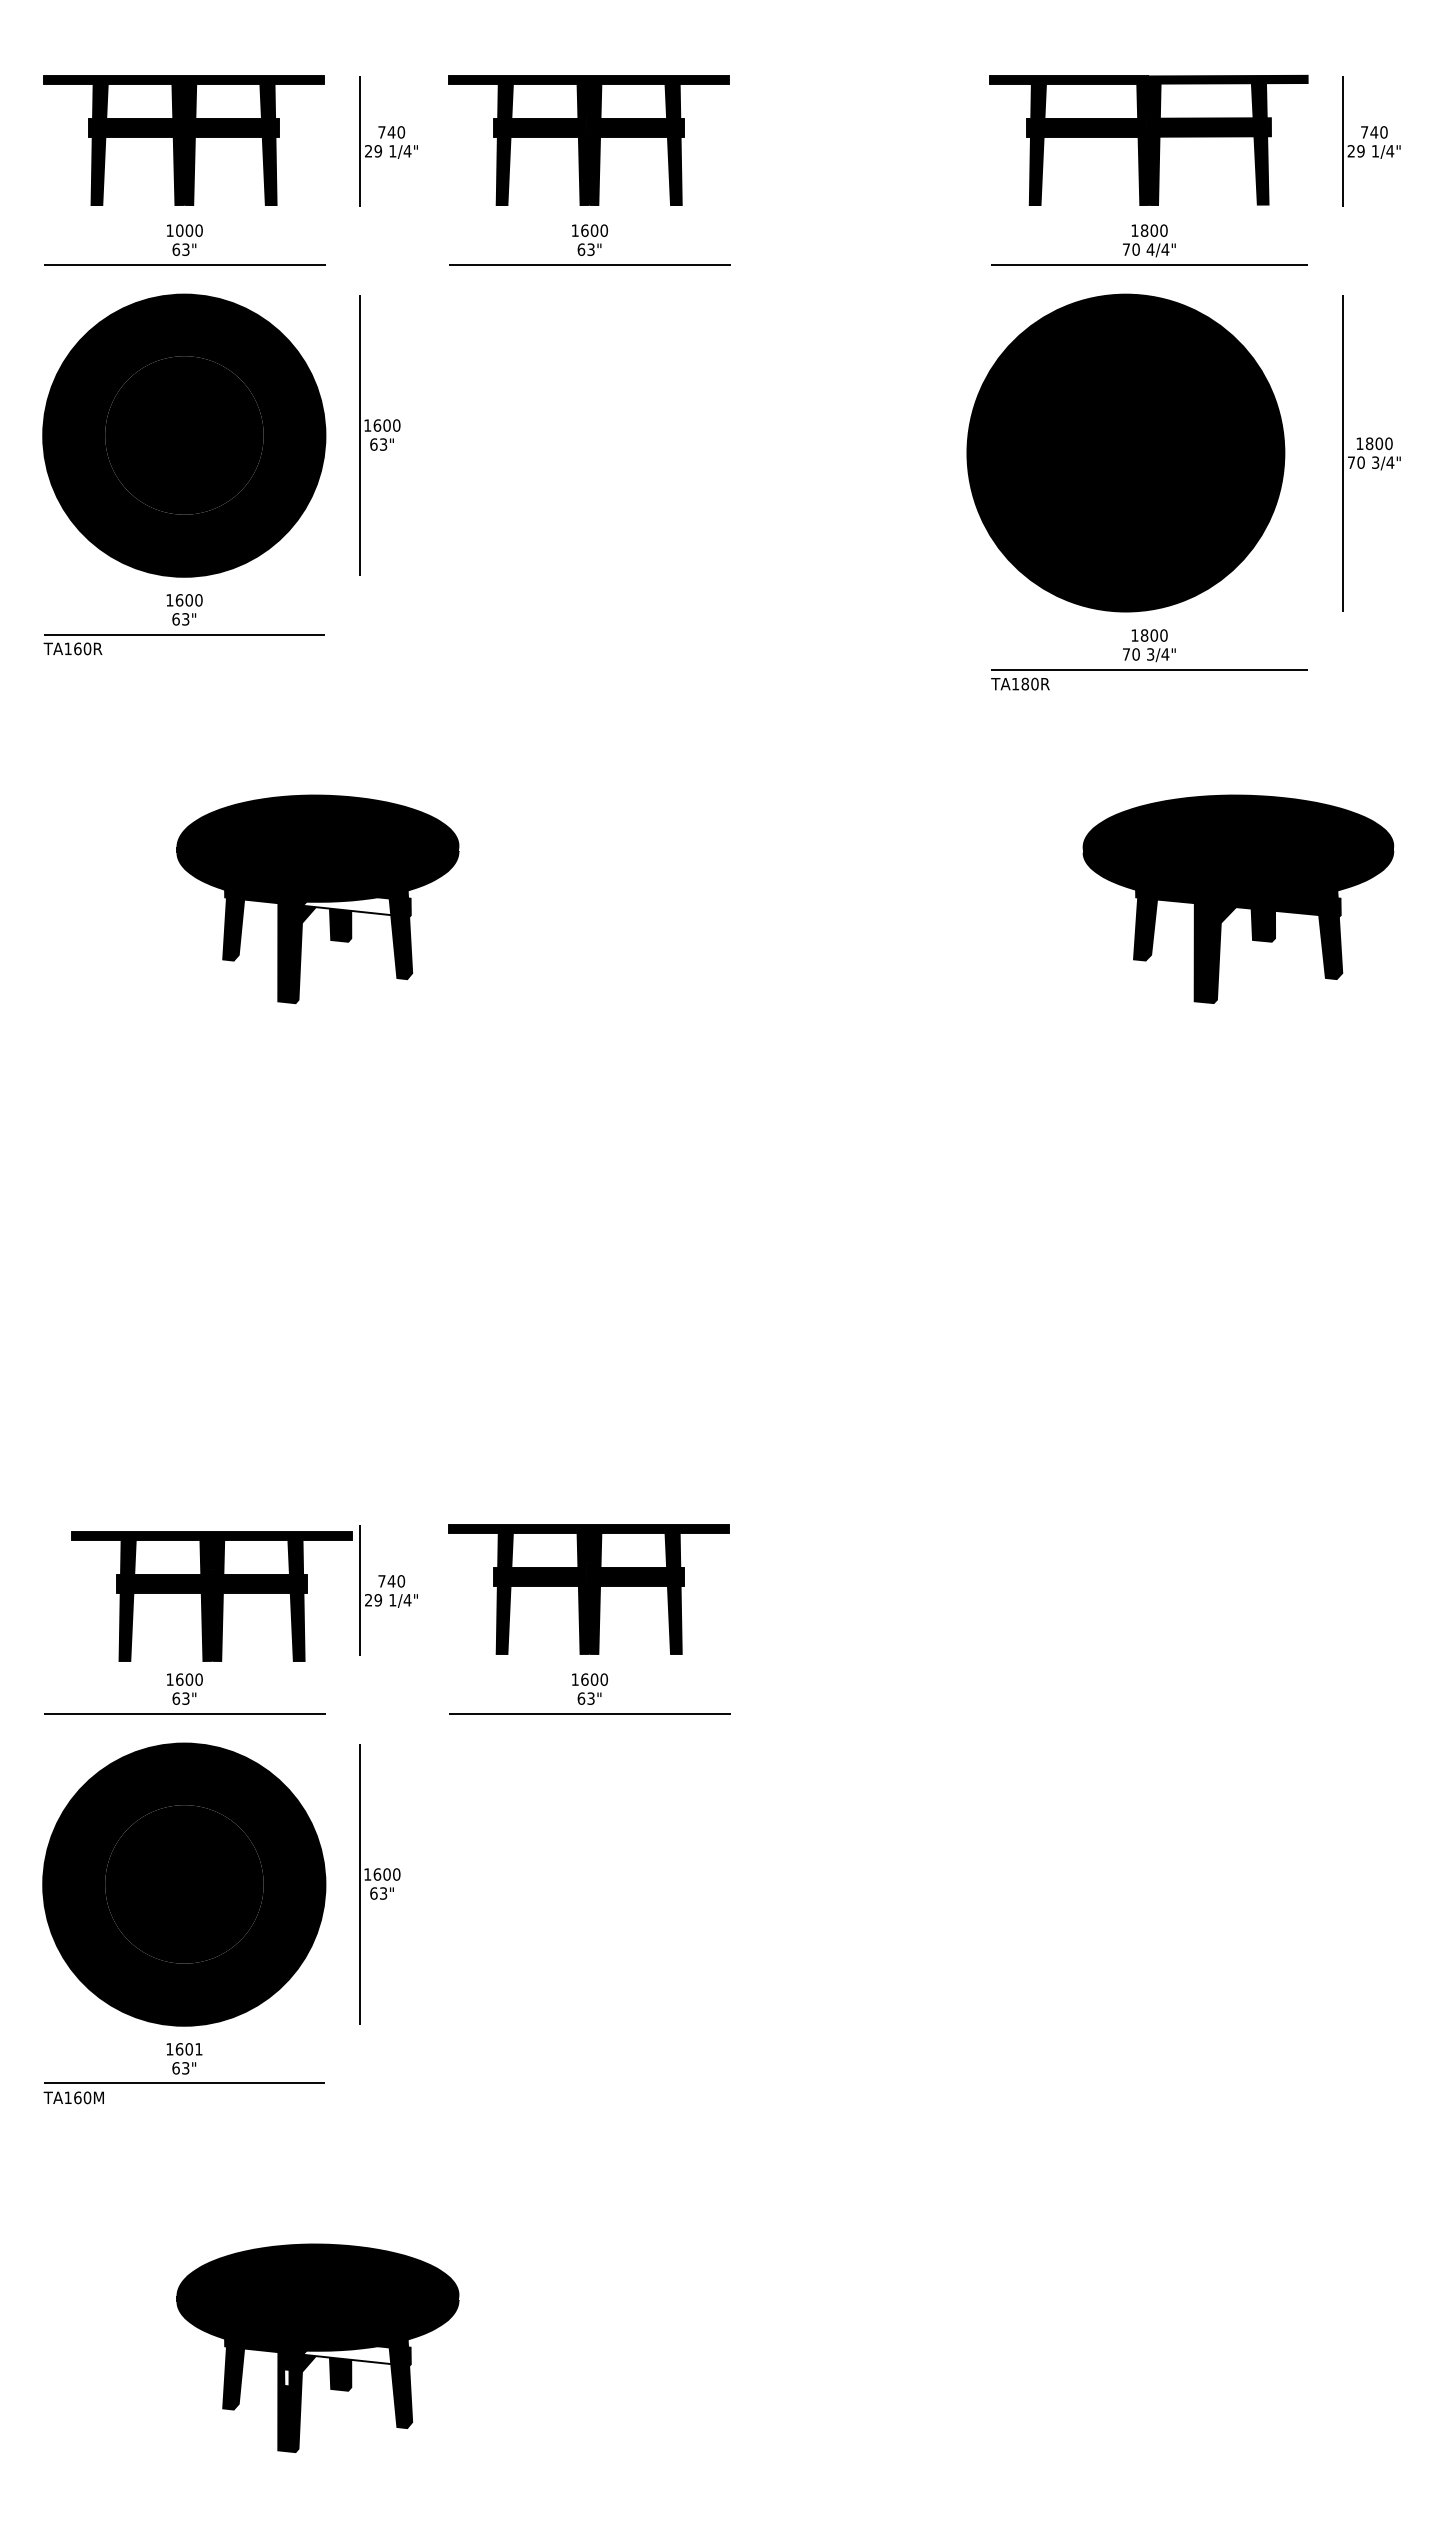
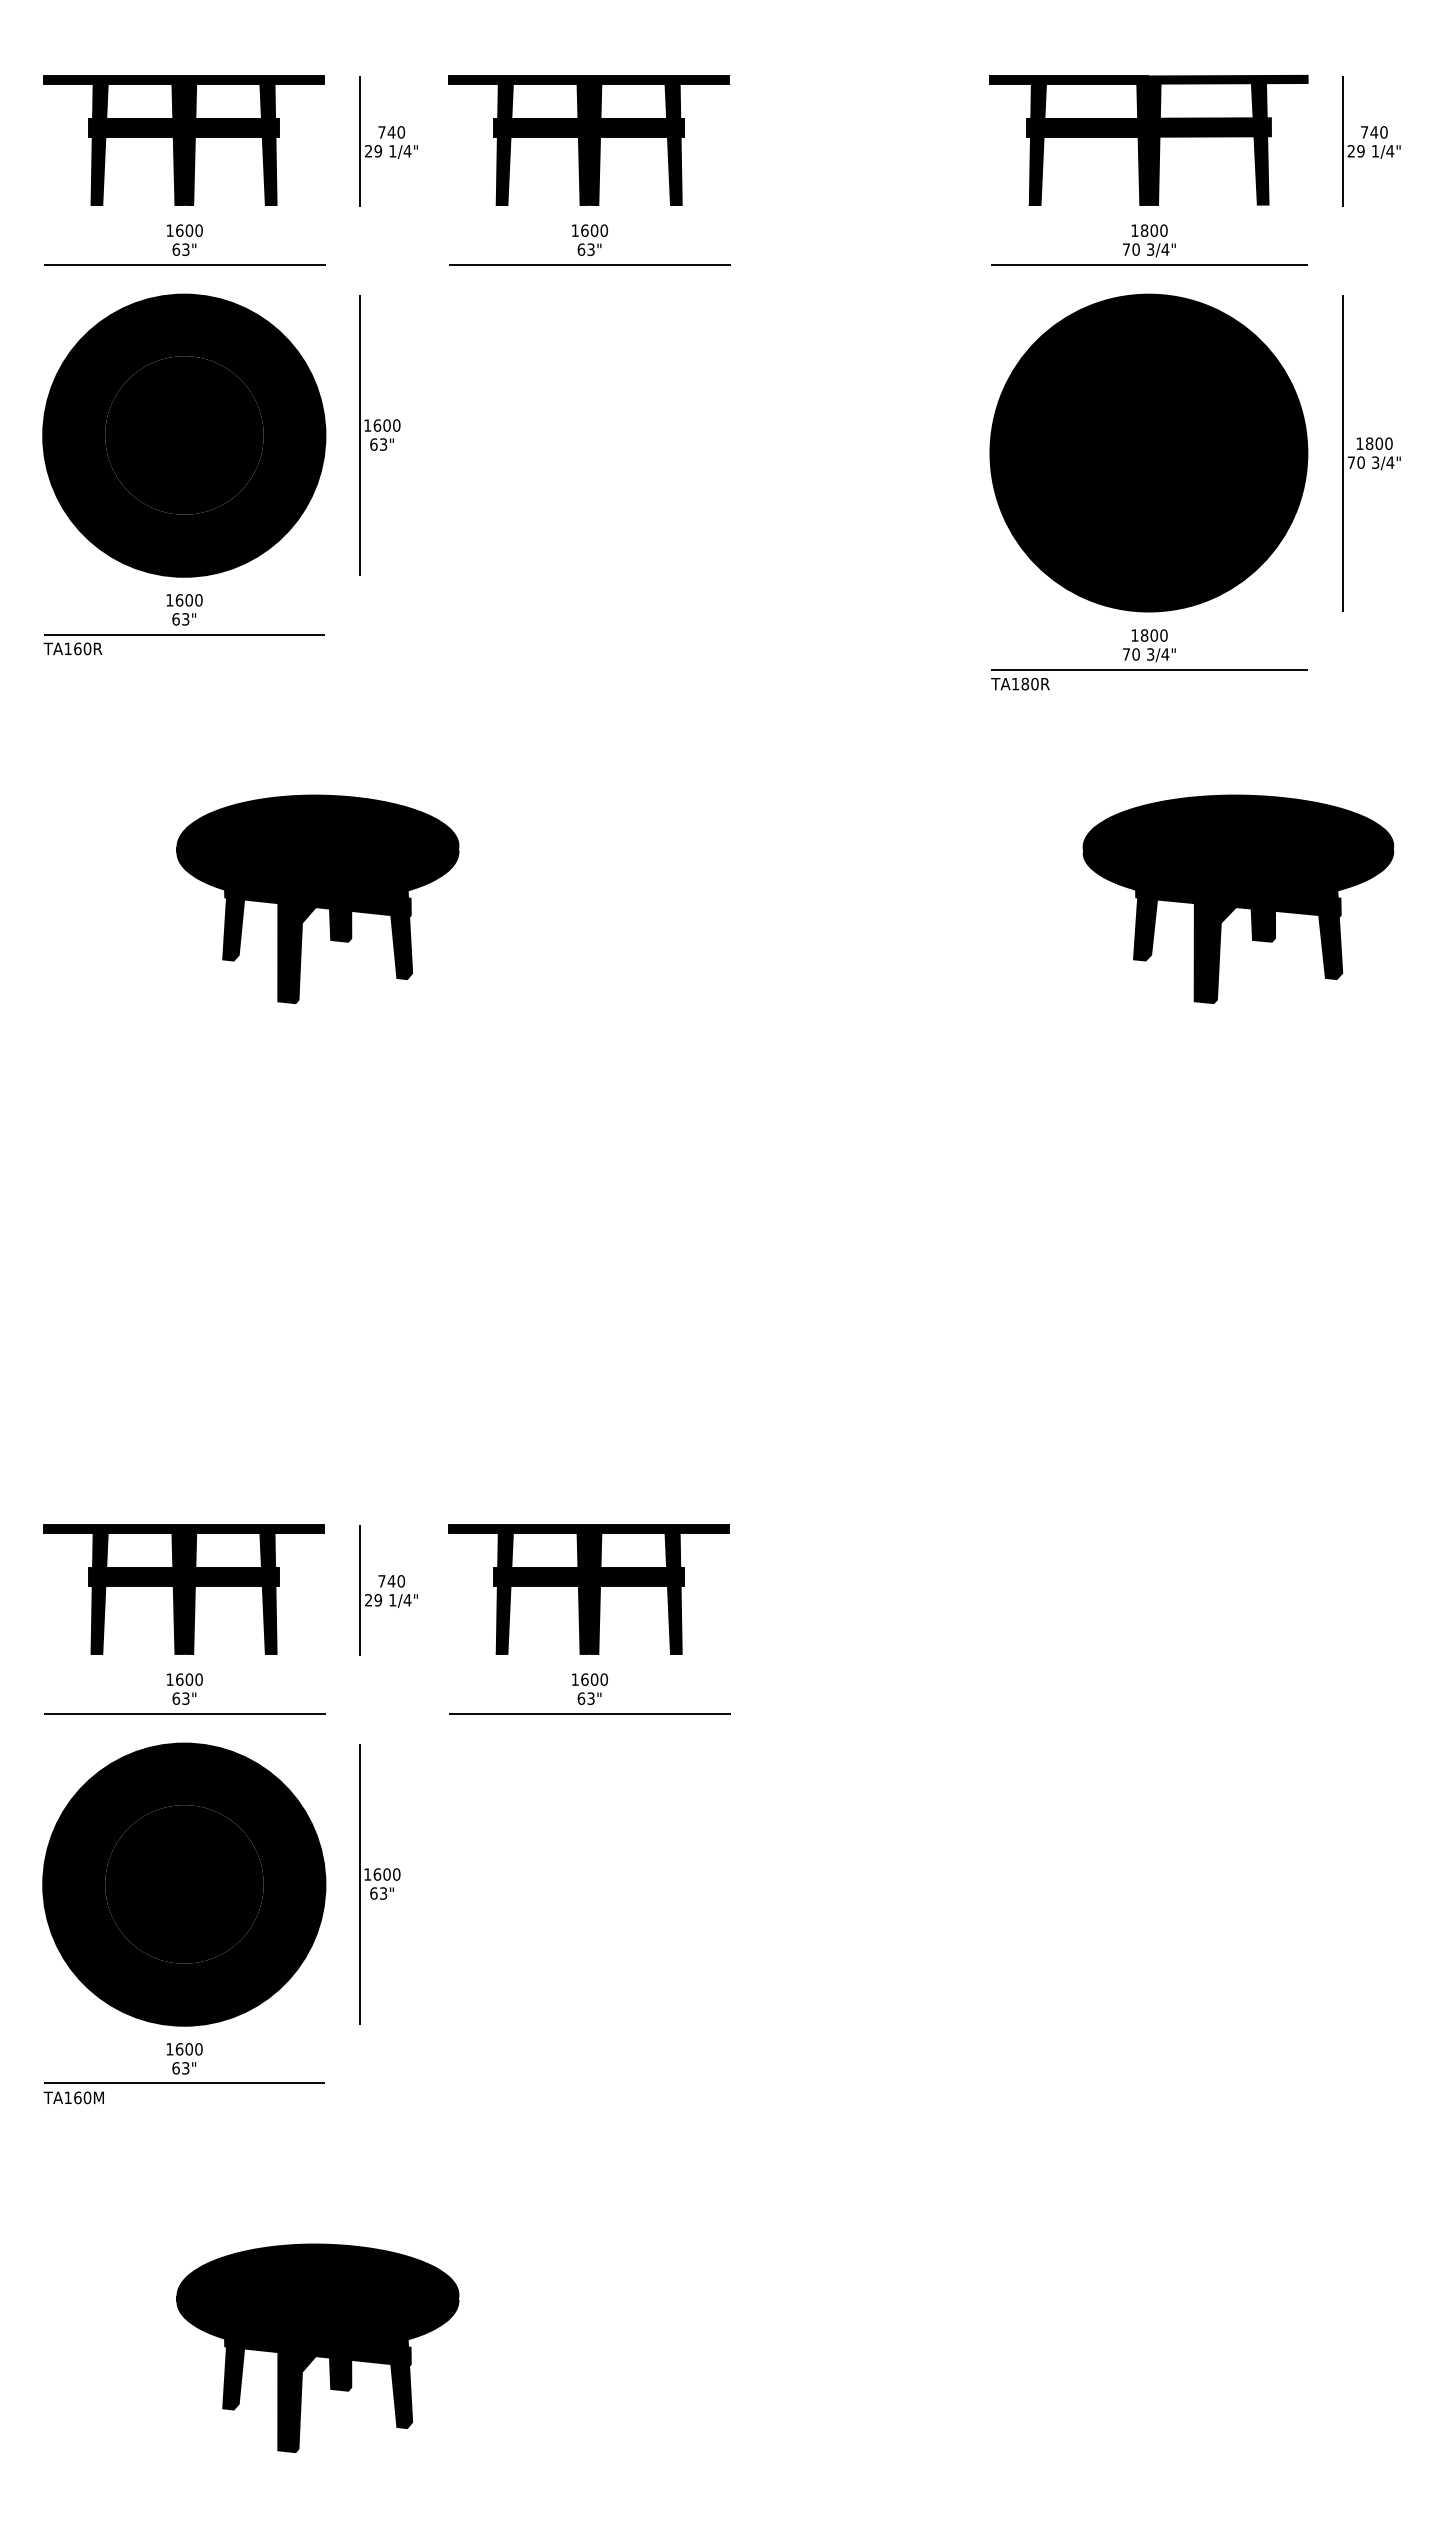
text at (179, 230): 1000 -> 1600
text at (1150, 249): 4/4" -> 3/4"
part at (1125, 452) position: (1125, 452) -> (1148, 452)
fill at (346, 906): none -> present
part at (211, 1596) position: (211, 1596) -> (183, 1589)
text at (198, 2049): 1601 -> 1600
fill at (346, 2355): none -> present
fill at (286, 2377): none -> present
